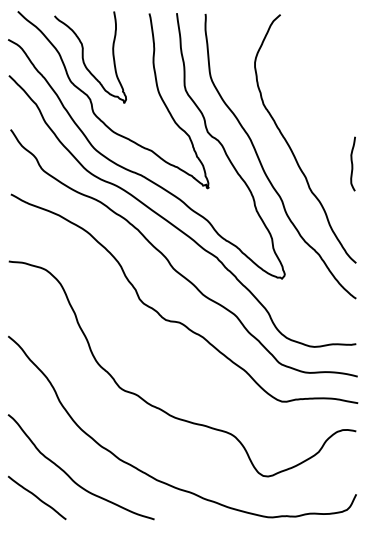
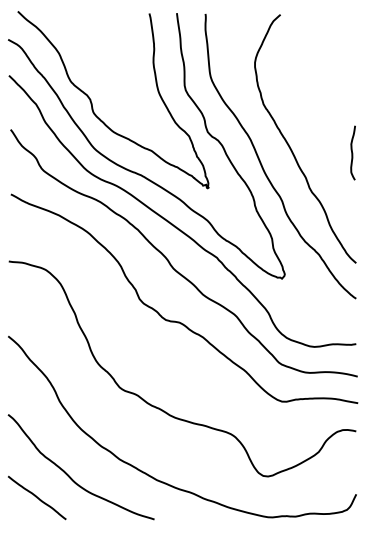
curve at (84, 60): present -> none
curve at (352, 163) position: (352, 163) -> (352, 152)
